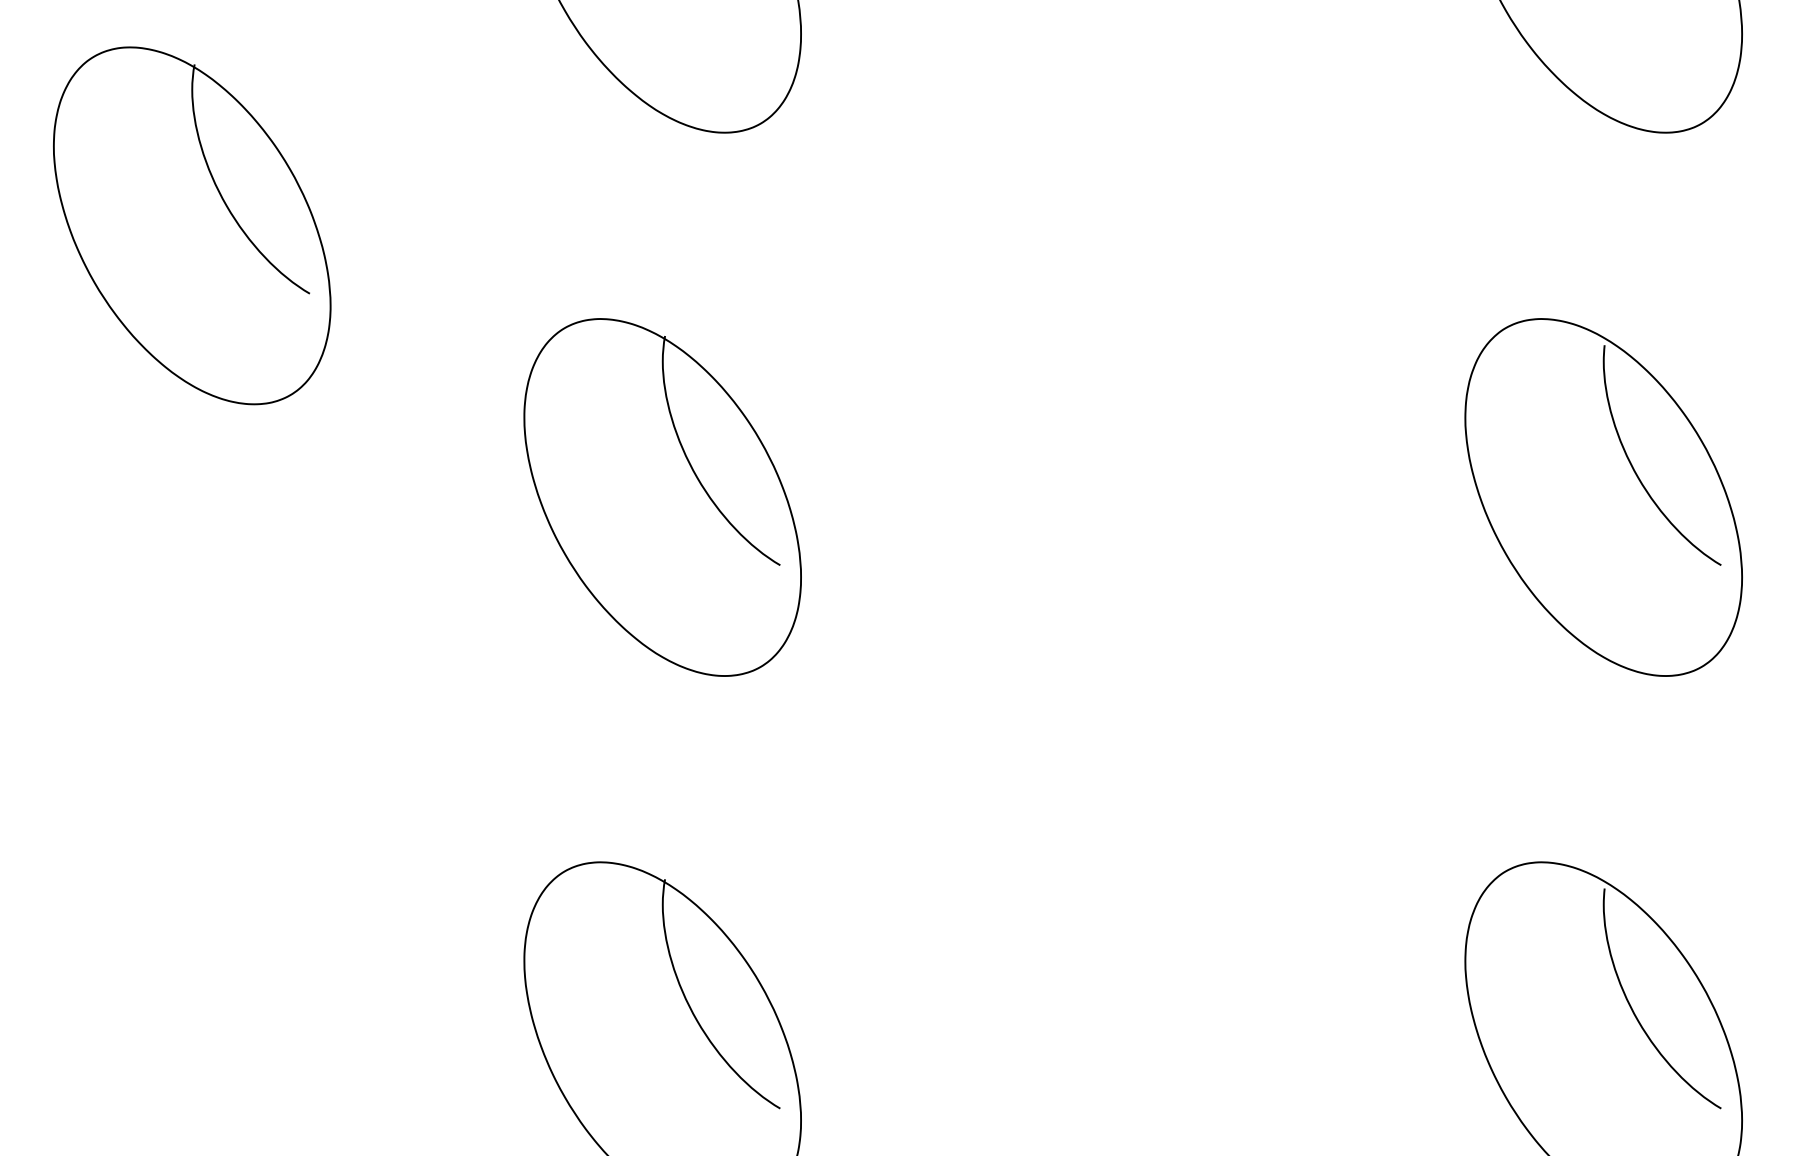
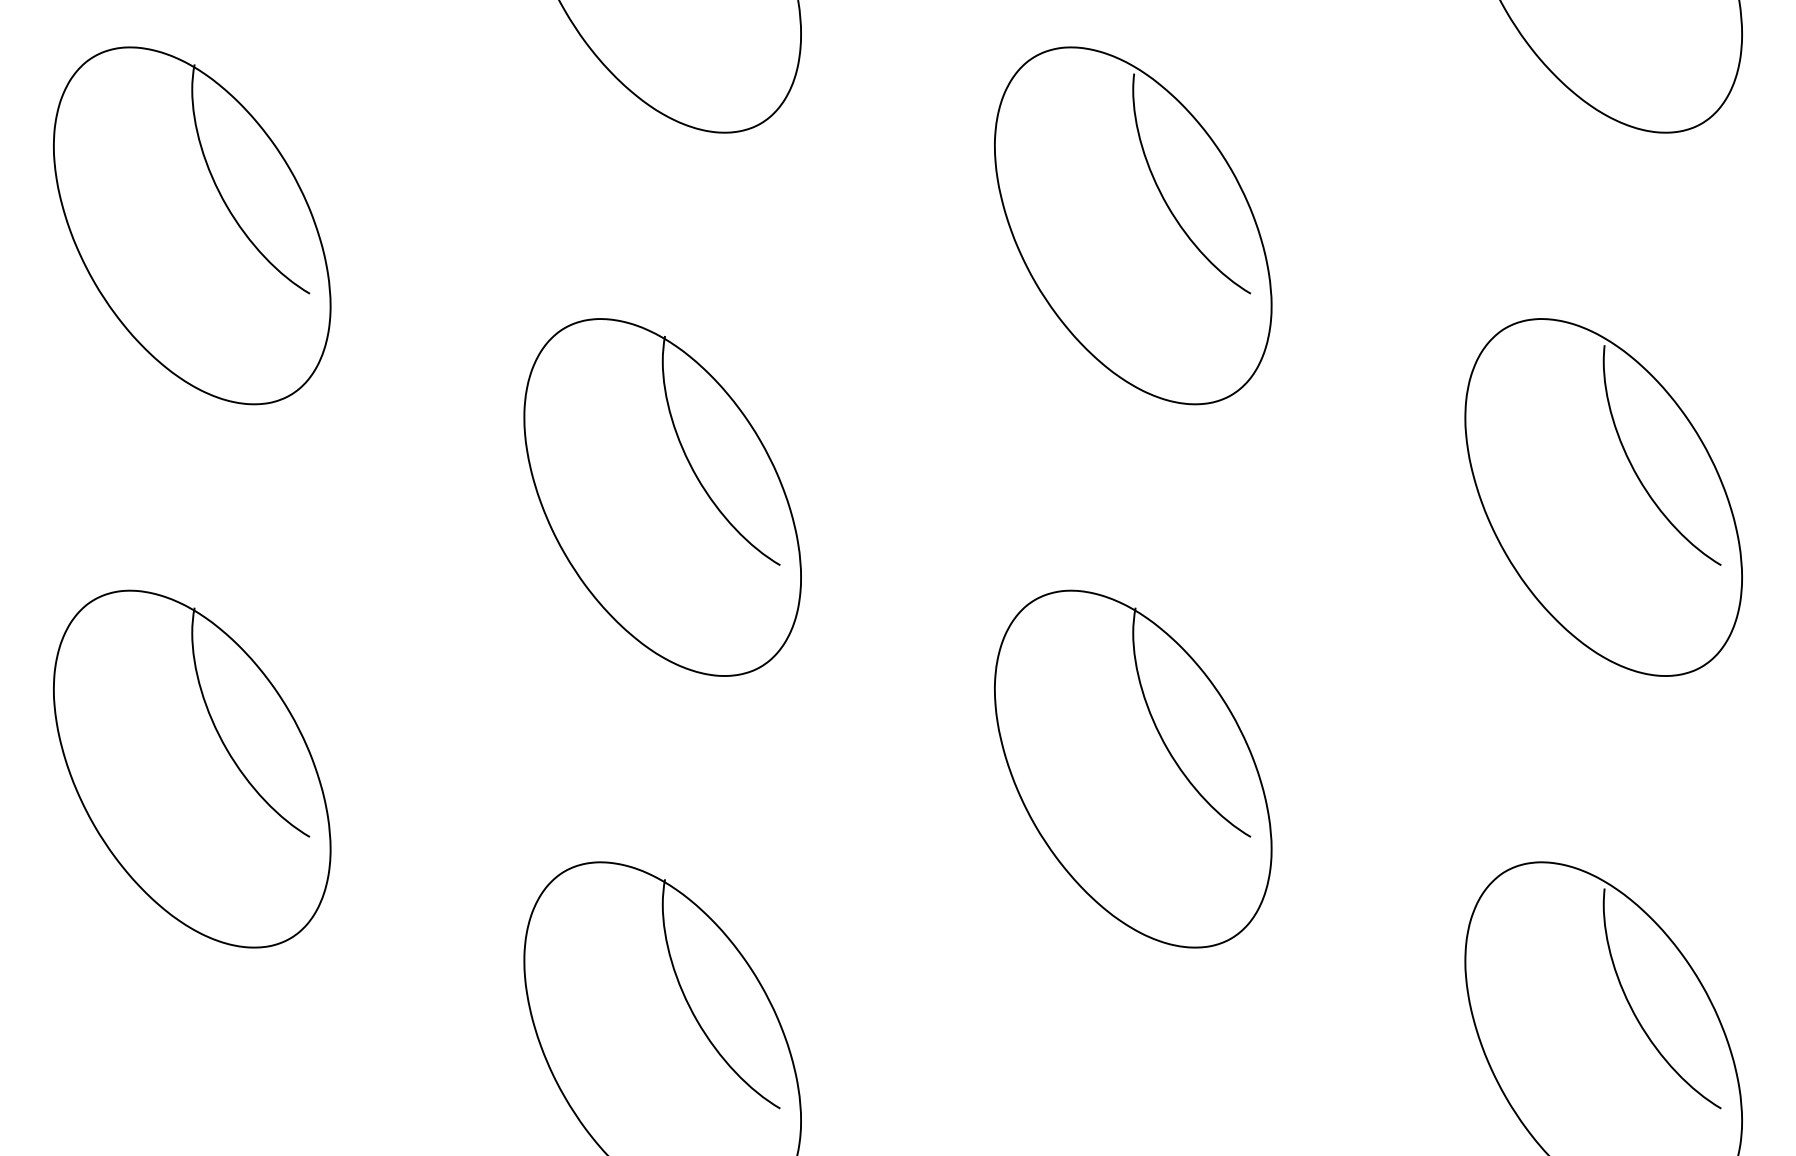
part at (1133, 225): none -> present
part at (192, 768): none -> present
part at (1133, 768): none -> present
